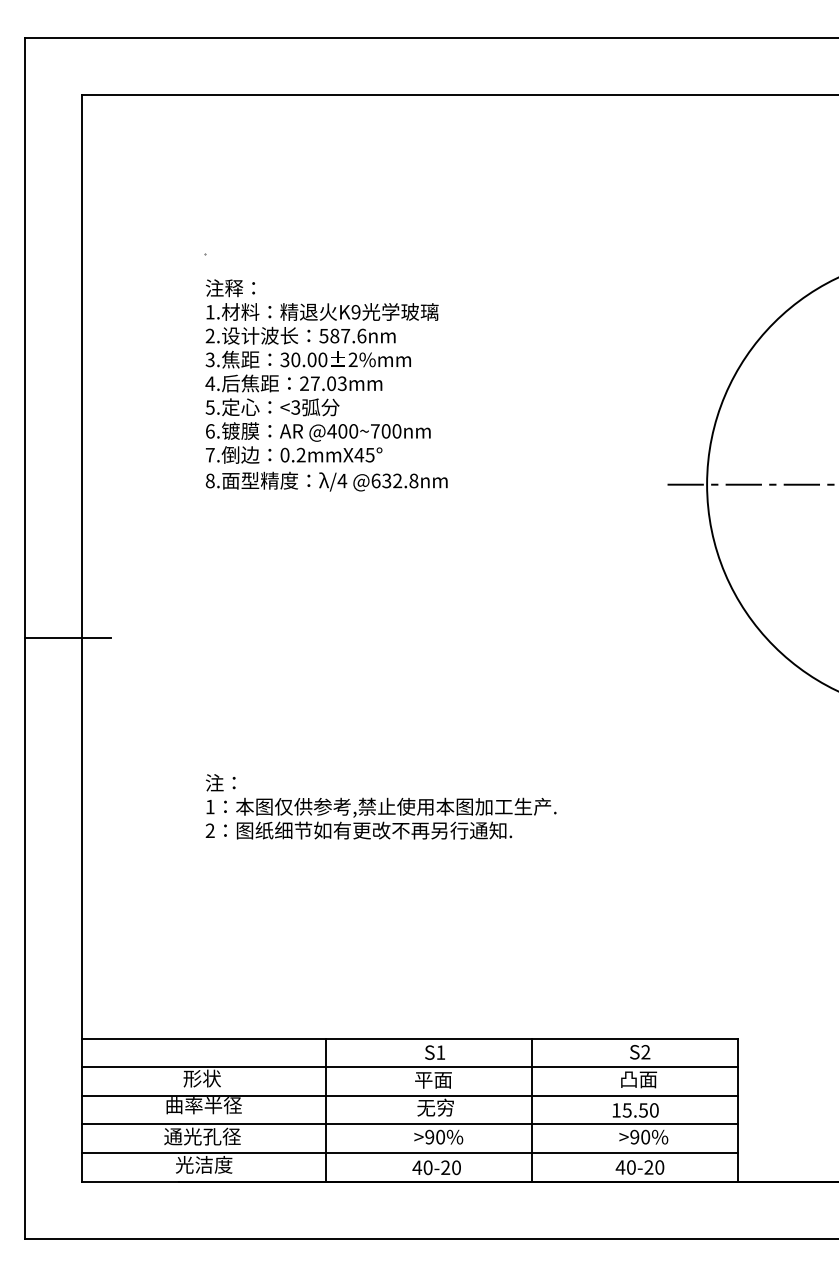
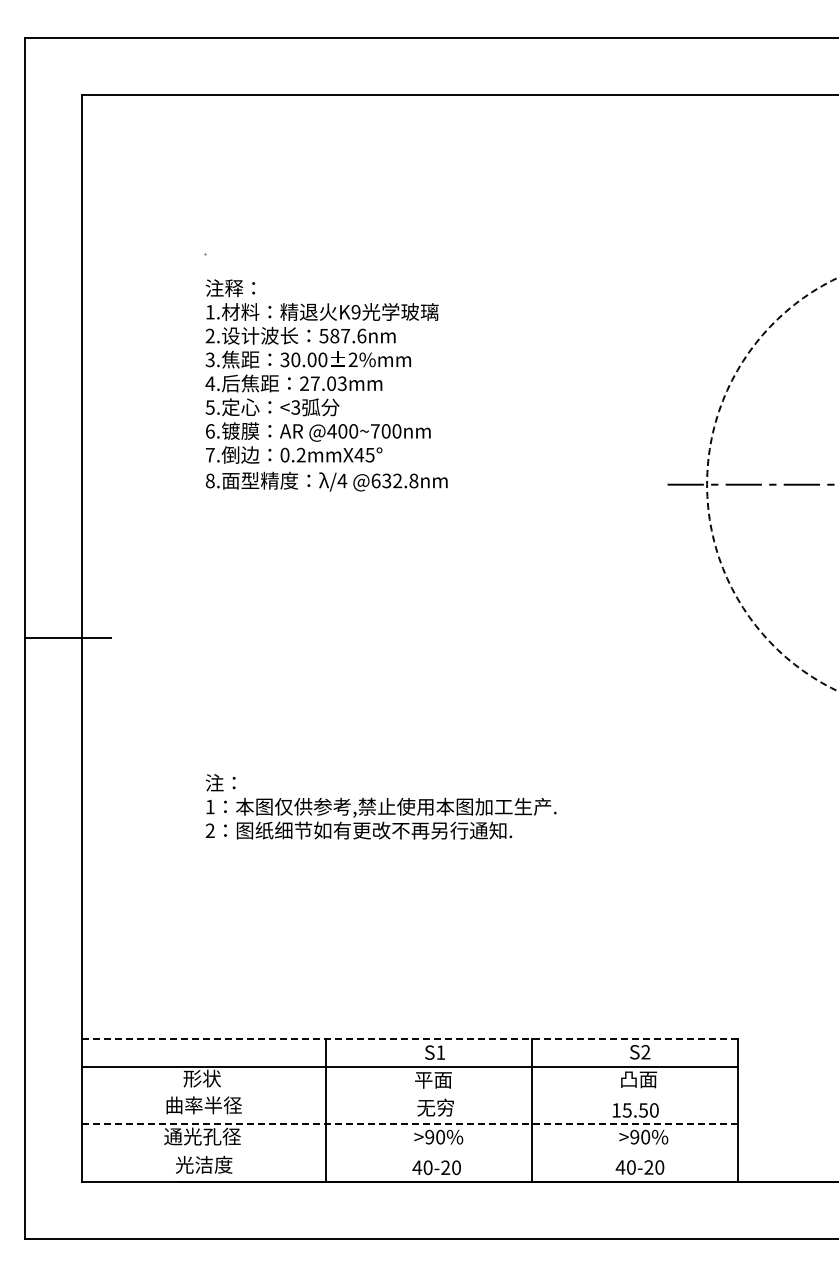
circle at (772, 484): solid -> dashed
line at (409, 1038): solid -> dashed
line at (409, 1095): present -> none
line at (409, 1124): solid -> dashed
line at (409, 1152): present -> none
